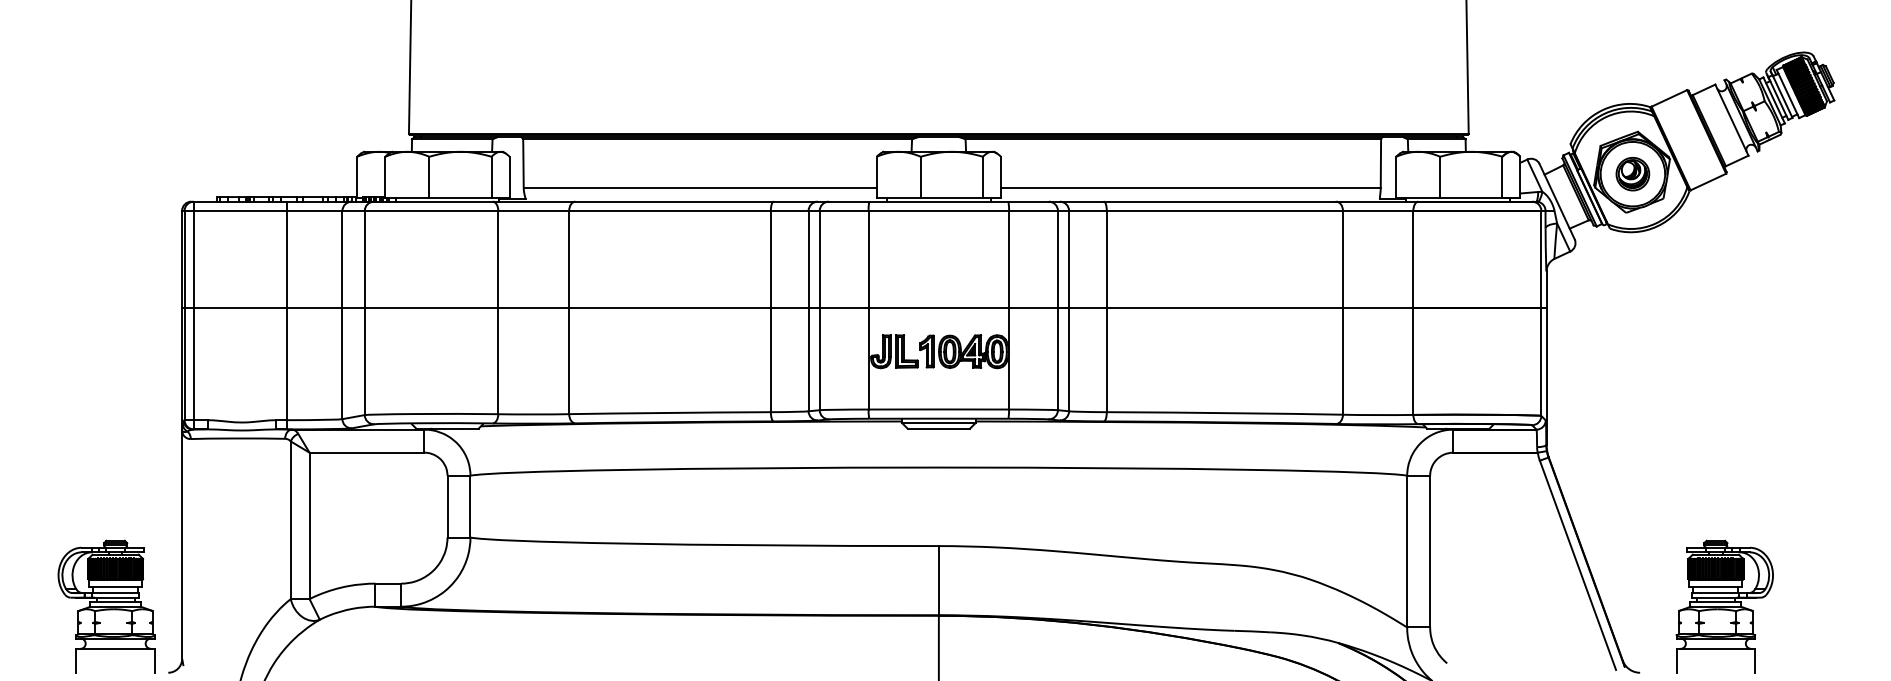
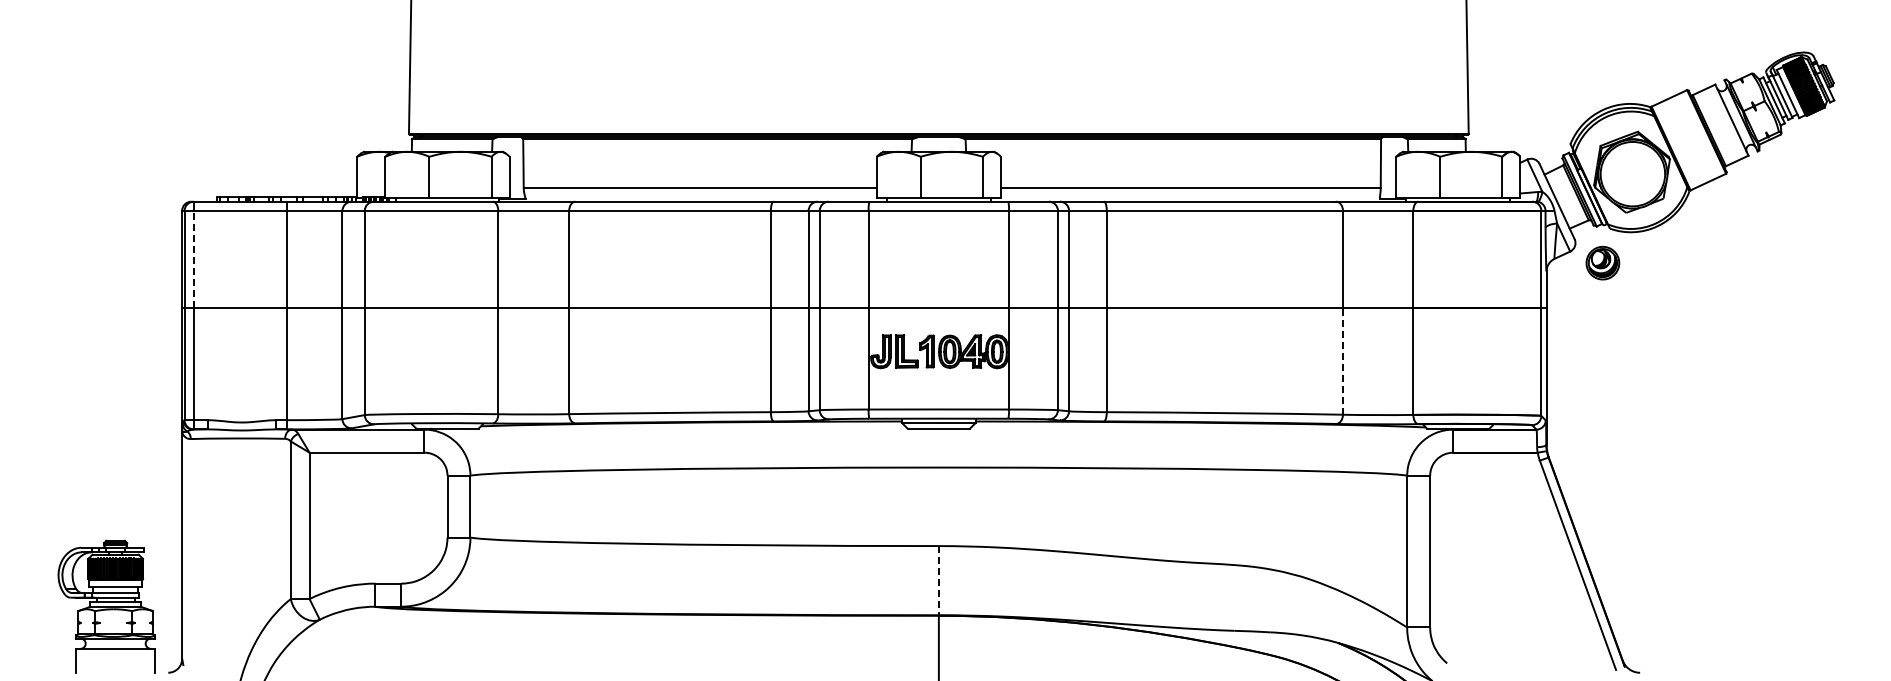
part at (1632, 173) position: (1632, 173) -> (1602, 262)
line at (193, 258): solid -> dashed
line at (1342, 360): solid -> dashed
line at (938, 580): solid -> dashed
part at (1724, 606): present -> none
